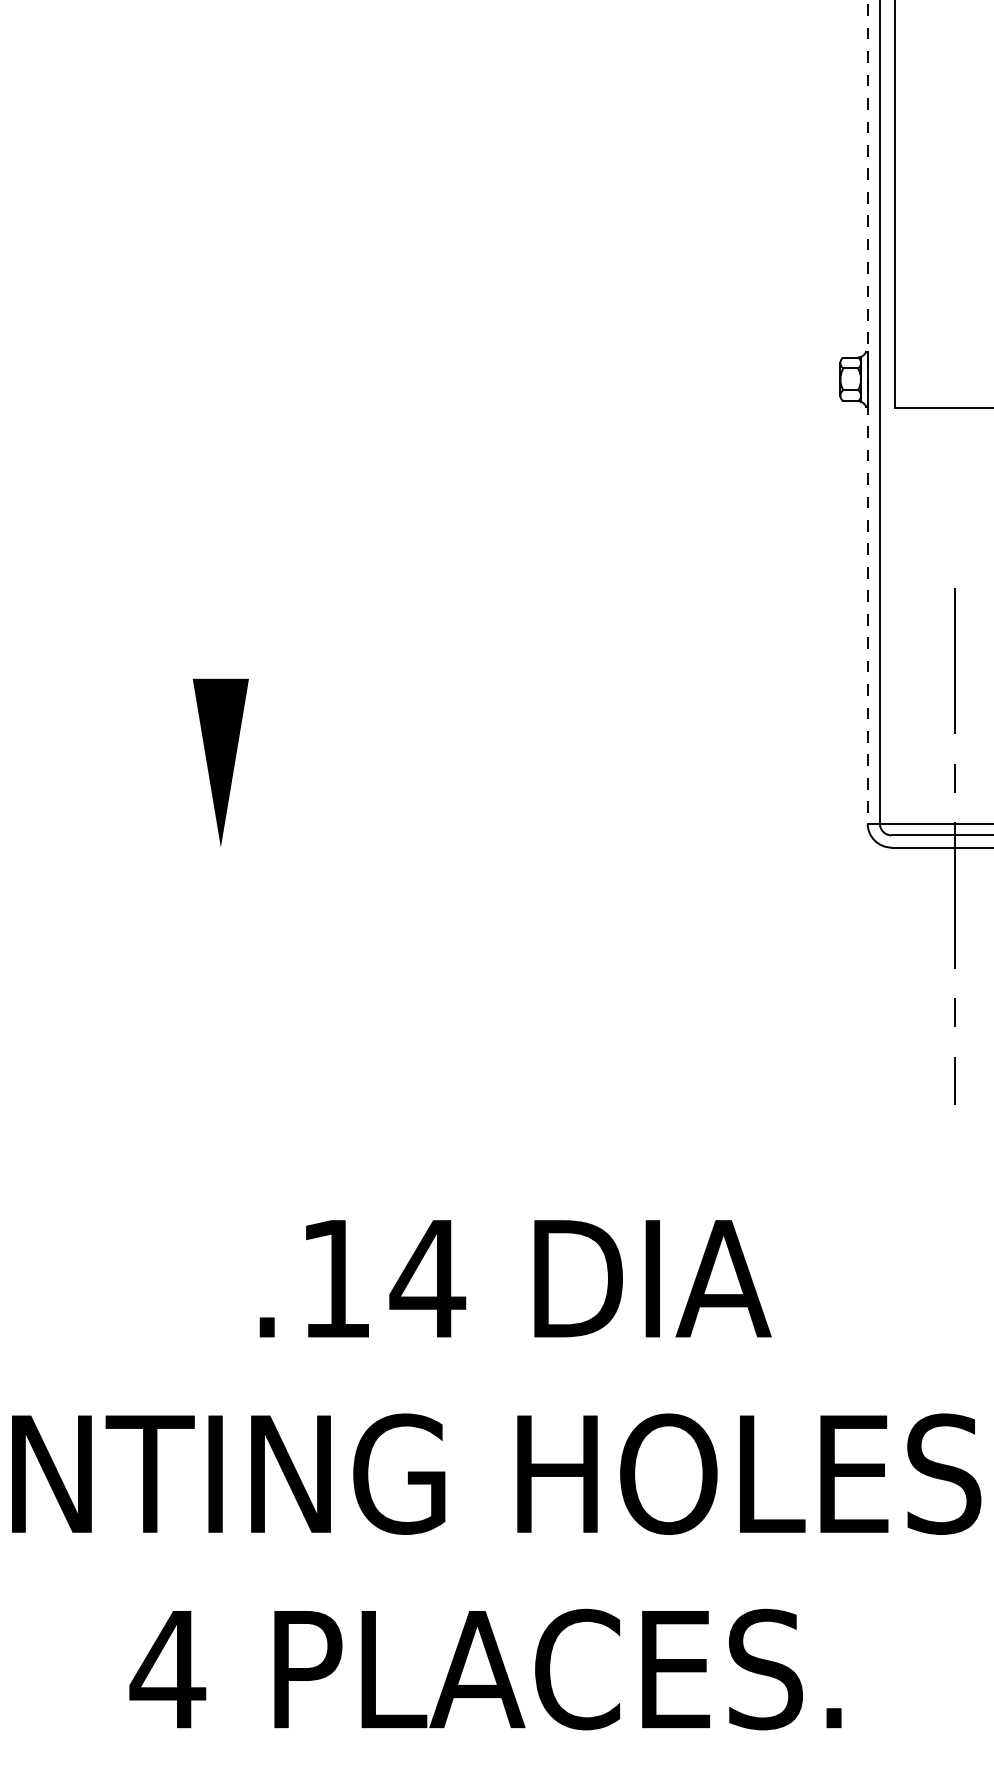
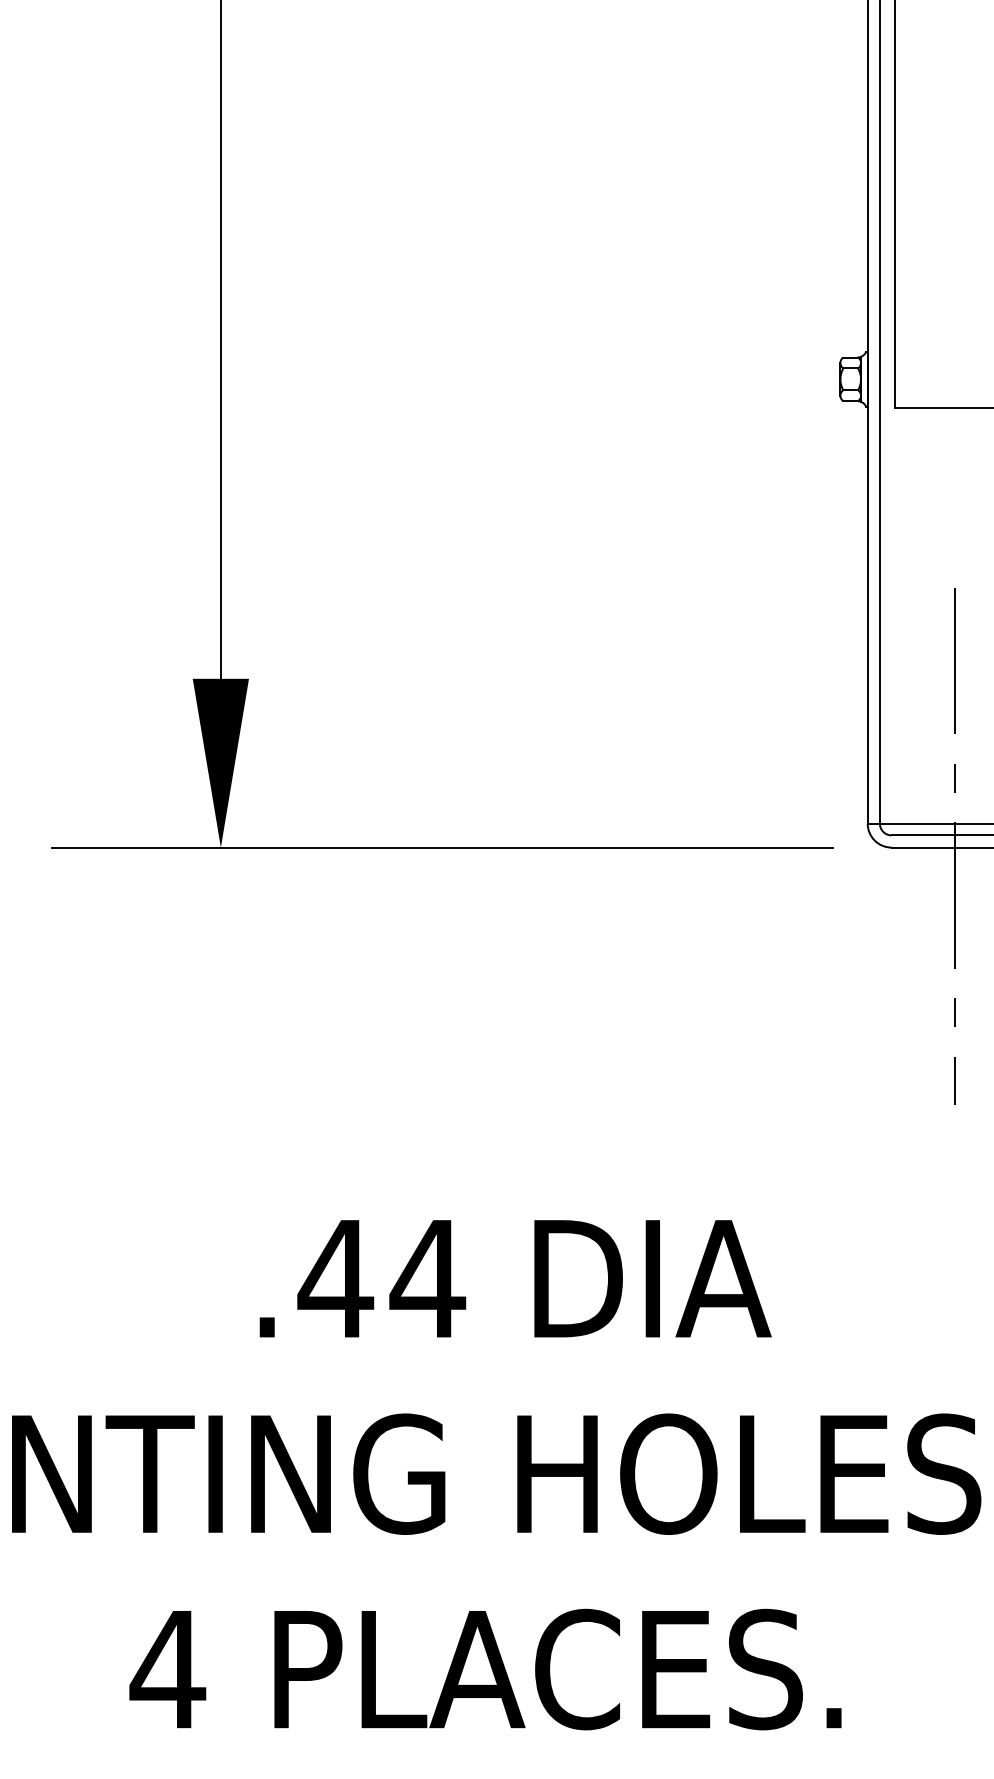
line at (220, 340): none -> present
line at (867, 412): dashed -> solid
line at (442, 847): none -> present
text at (335, 1278): .14 -> .44
